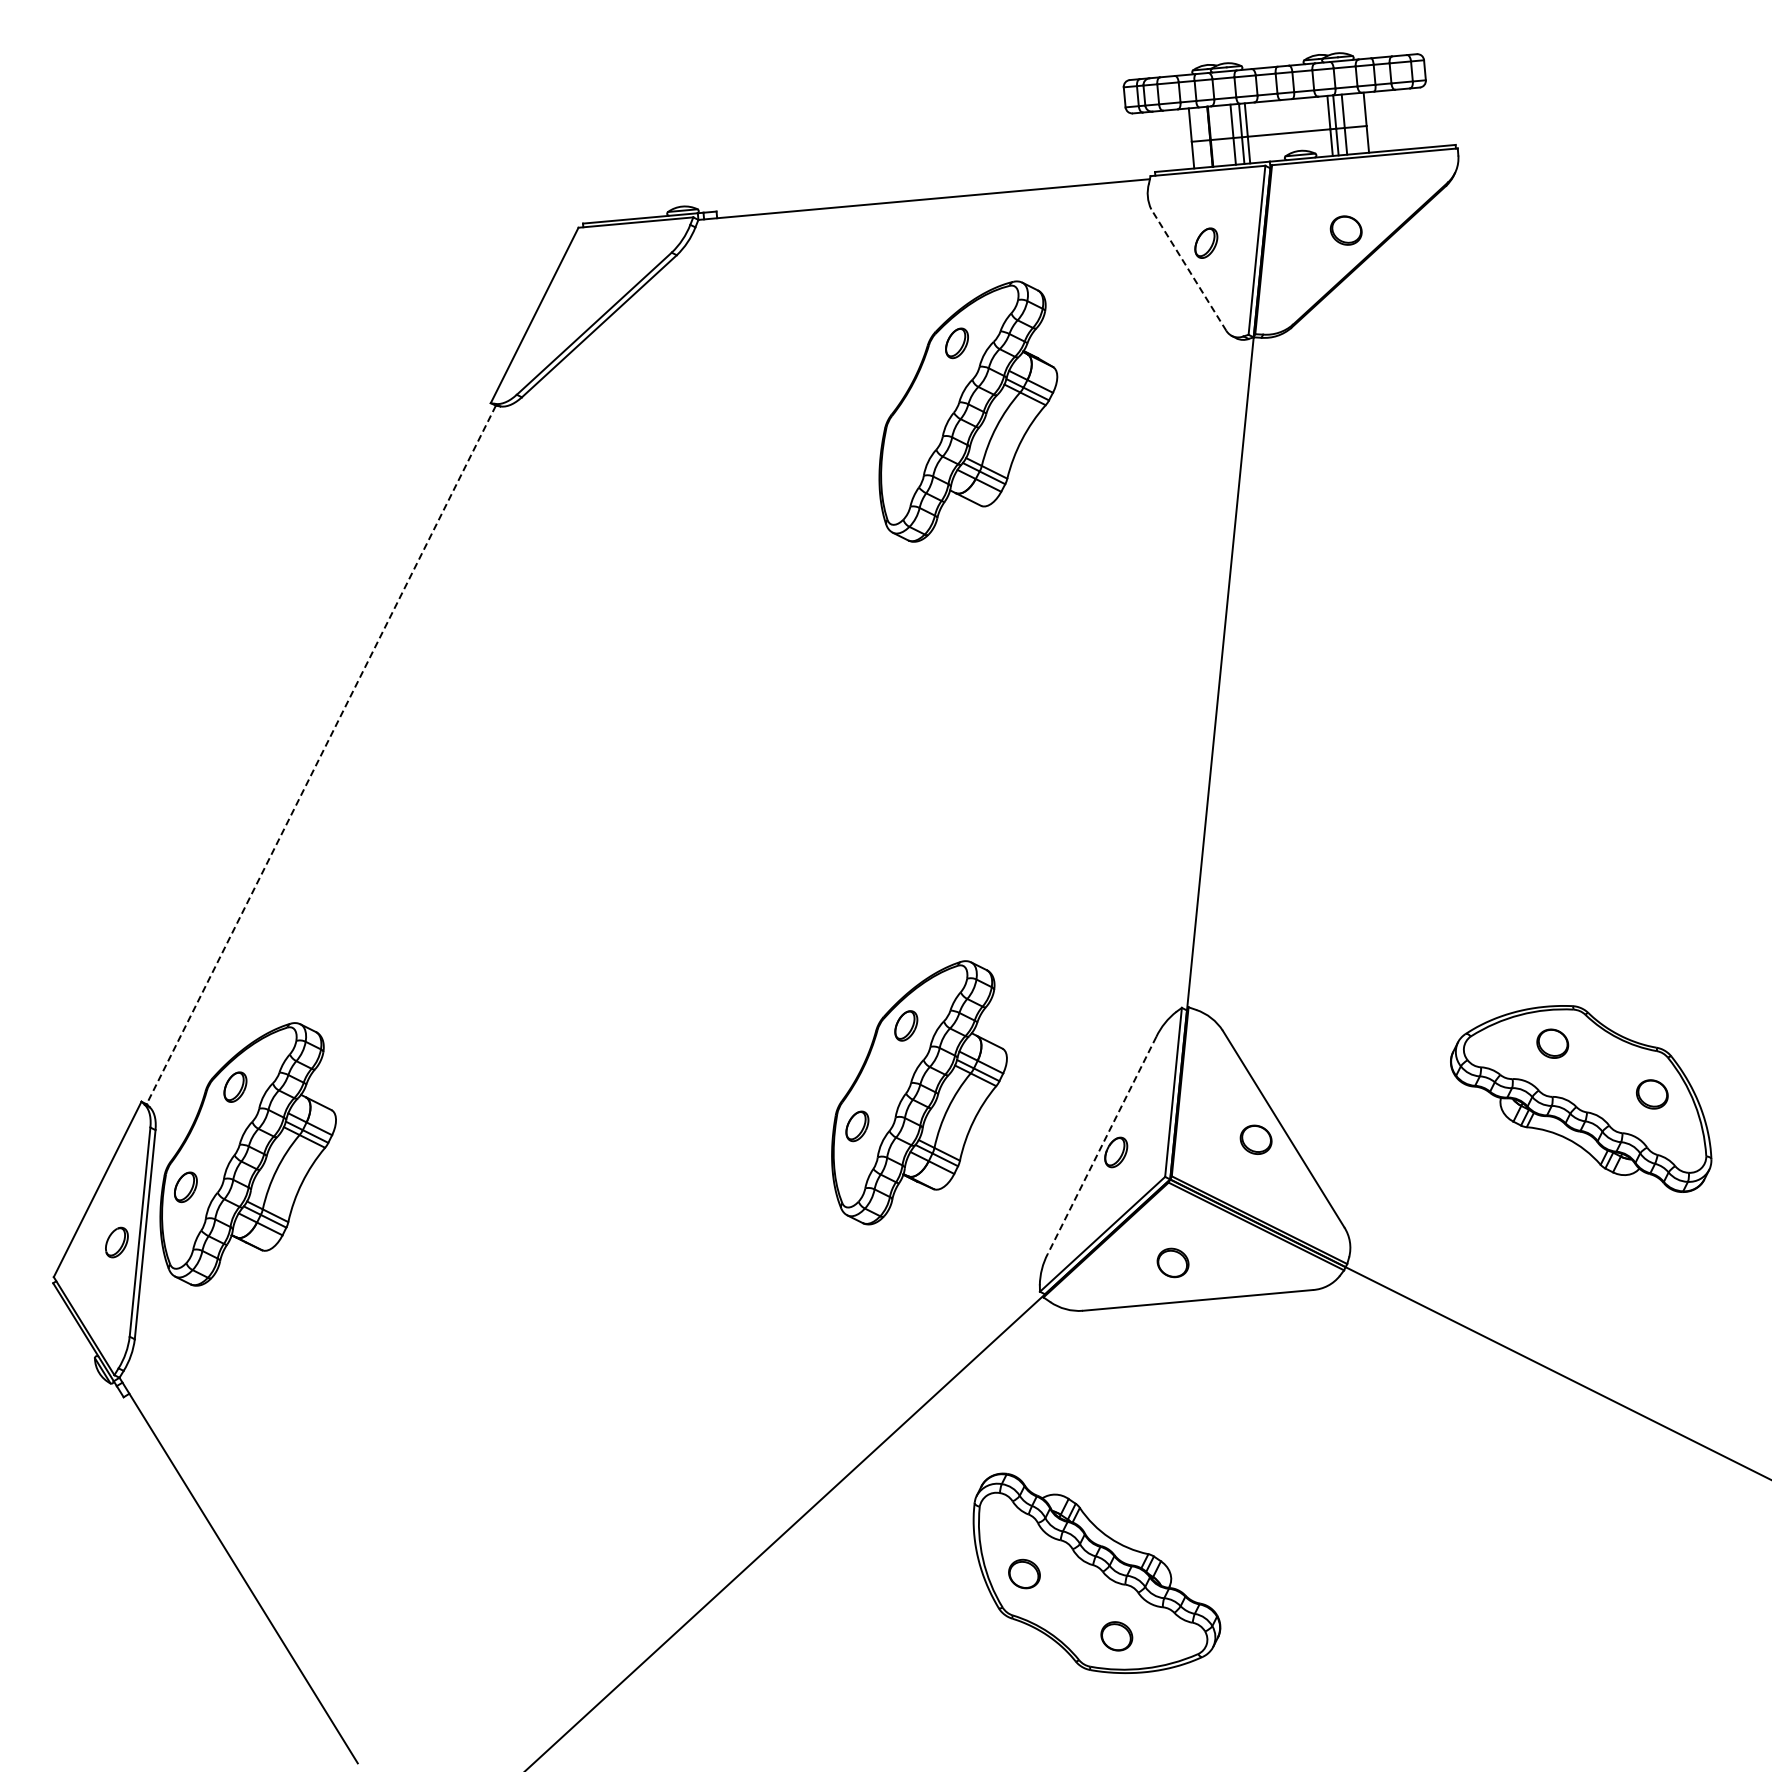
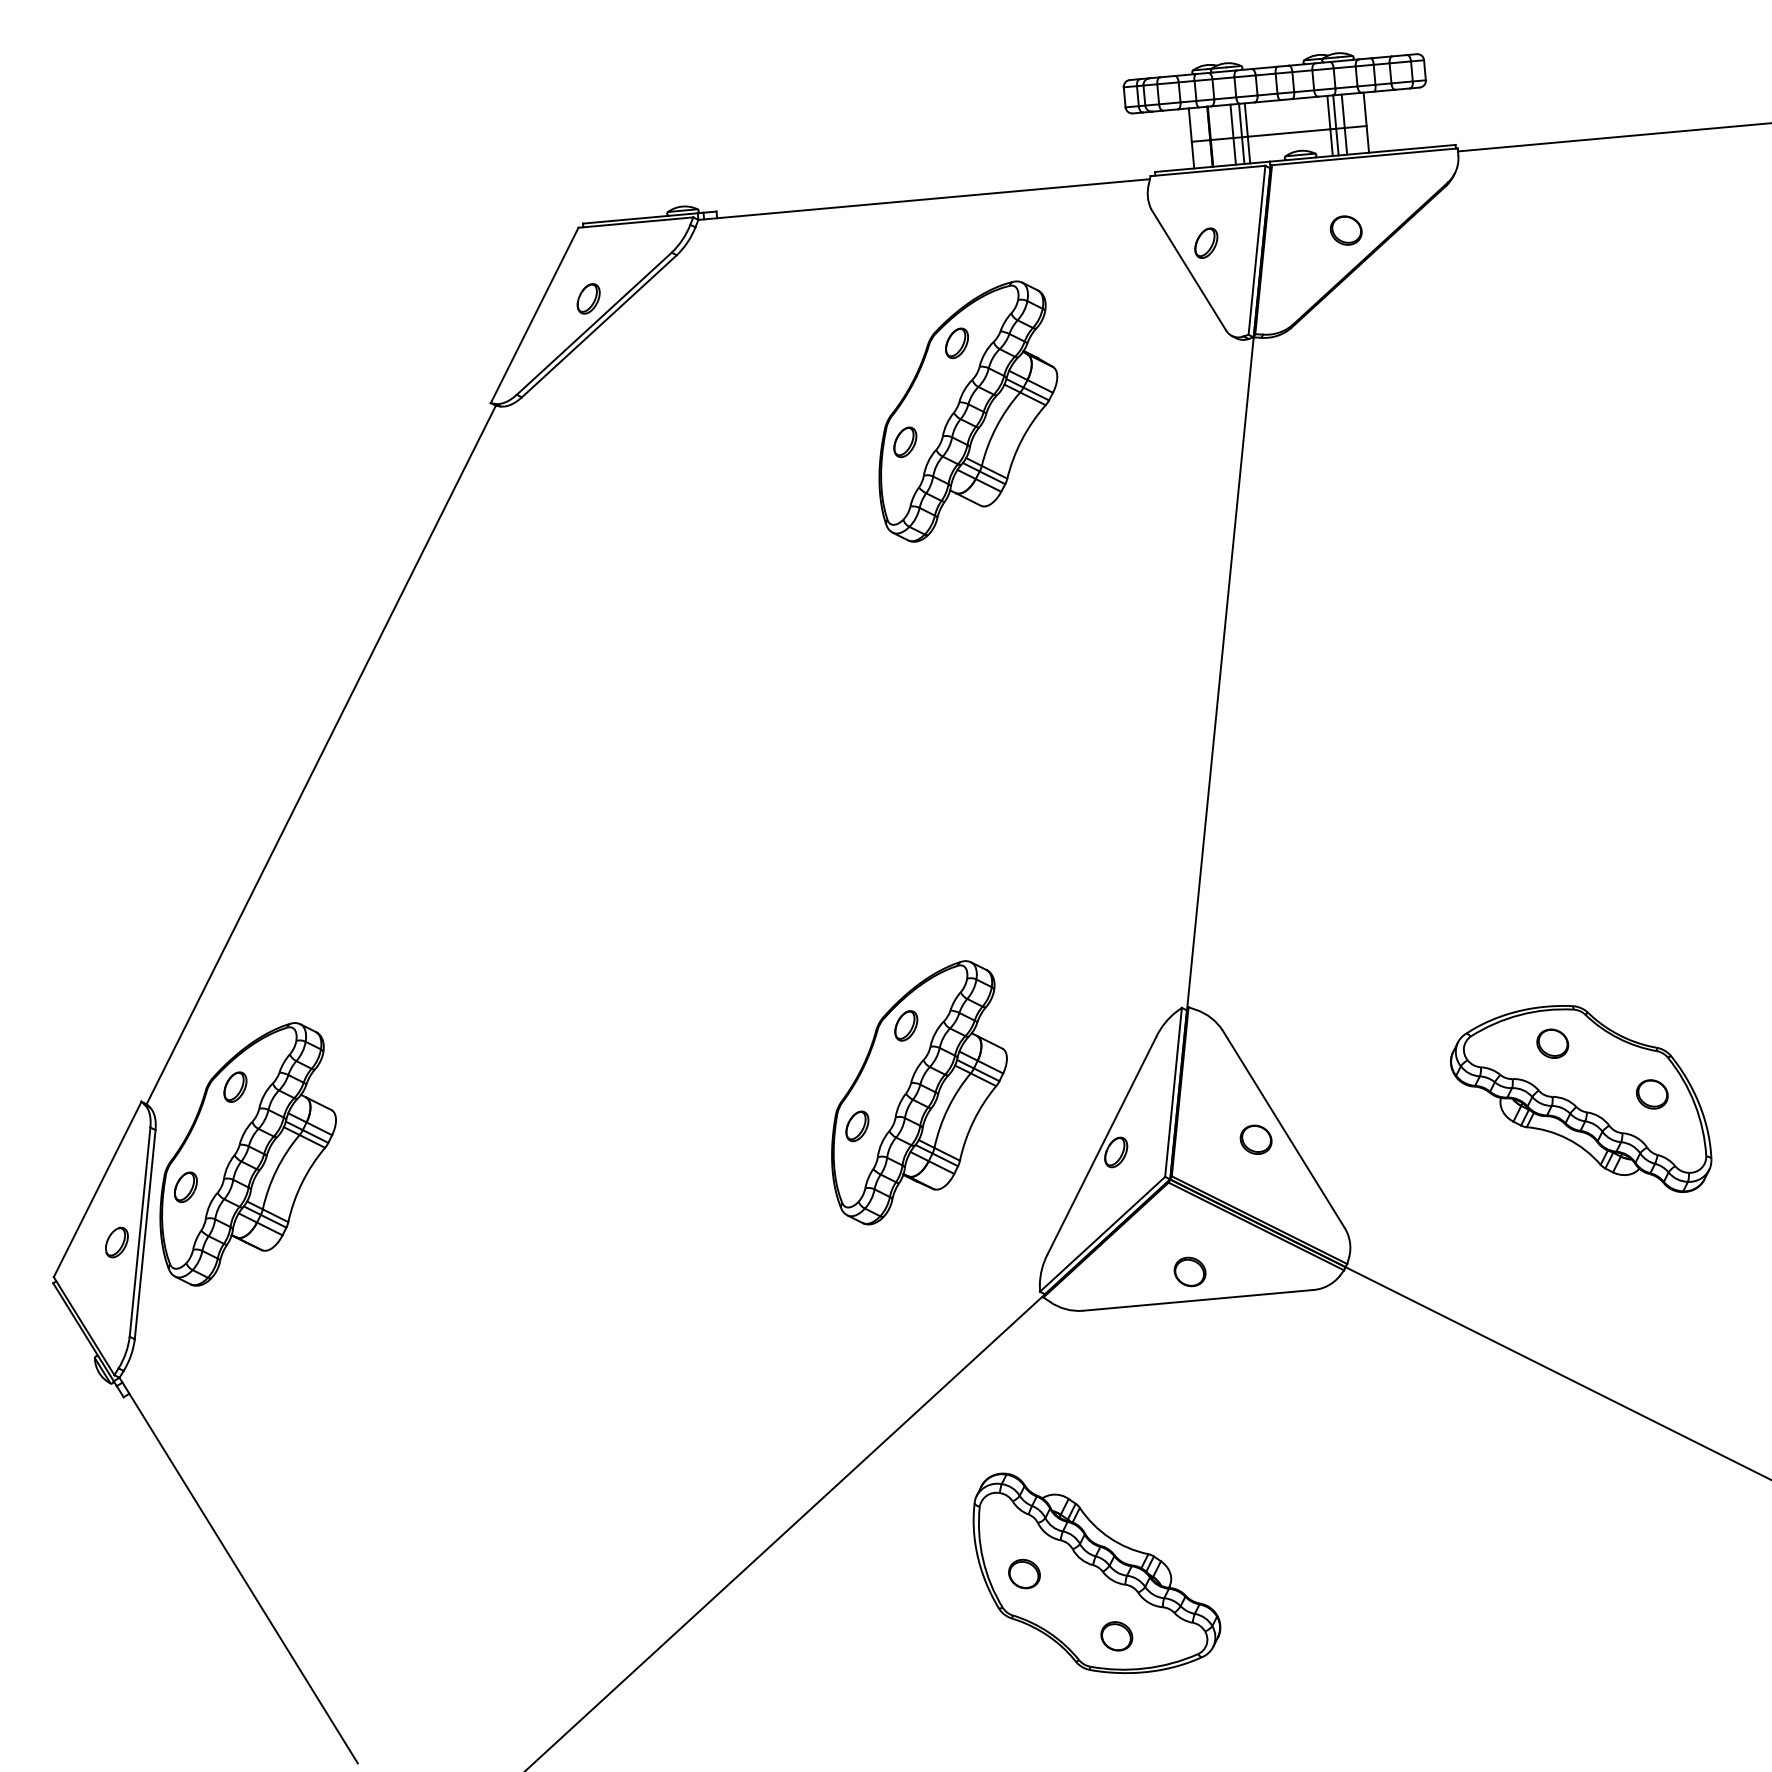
line at (1613, 137): none -> present
line at (1188, 269): dashed -> solid
part at (588, 298): none -> present
part at (905, 442): none -> present
line at (321, 754): dashed -> solid
line at (1101, 1145): dashed -> solid
part at (1172, 1262) position: (1172, 1262) -> (1189, 1271)
